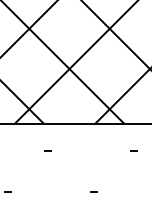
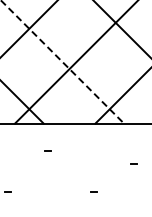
line at (115, 34) position: (115, 34) -> (121, 28)
line at (62, 62): solid -> dashed
line at (133, 150) position: (133, 150) -> (133, 163)
